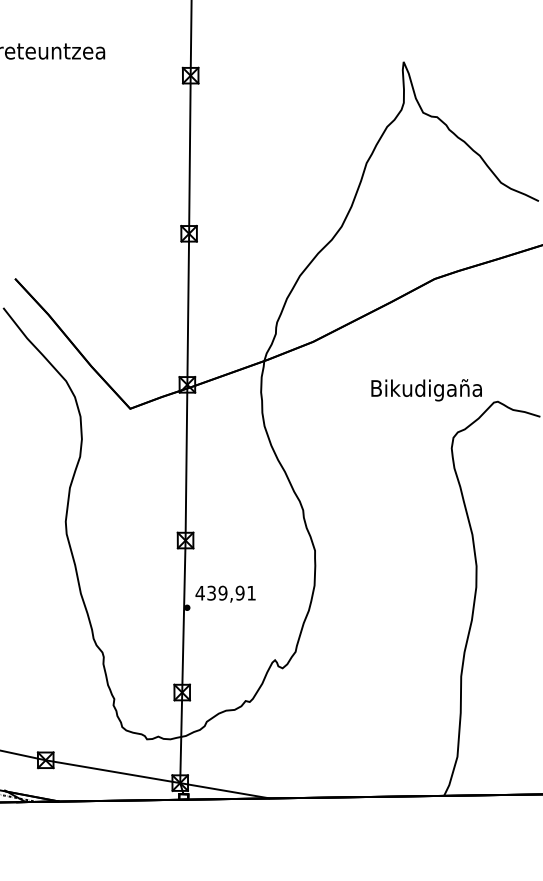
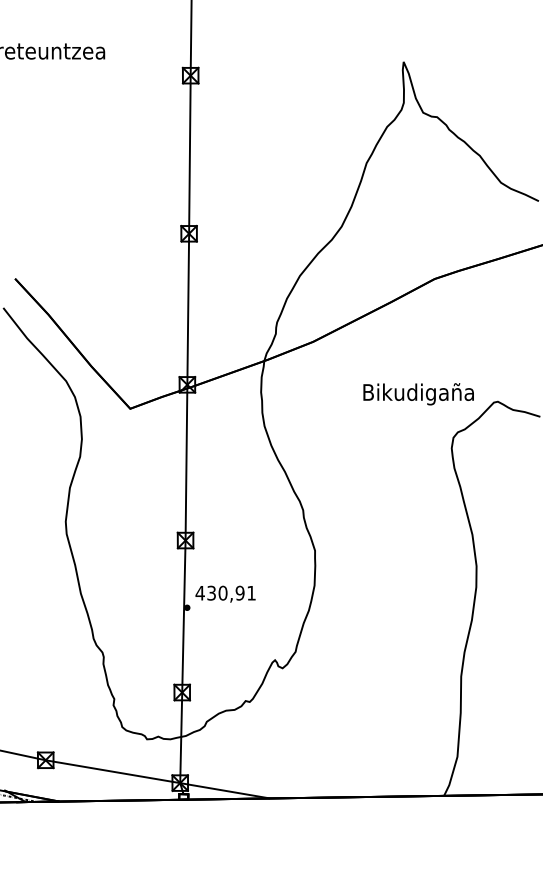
text at (426, 390) position: (426, 390) -> (418, 394)
text at (222, 593): 439,91 -> 430,91
